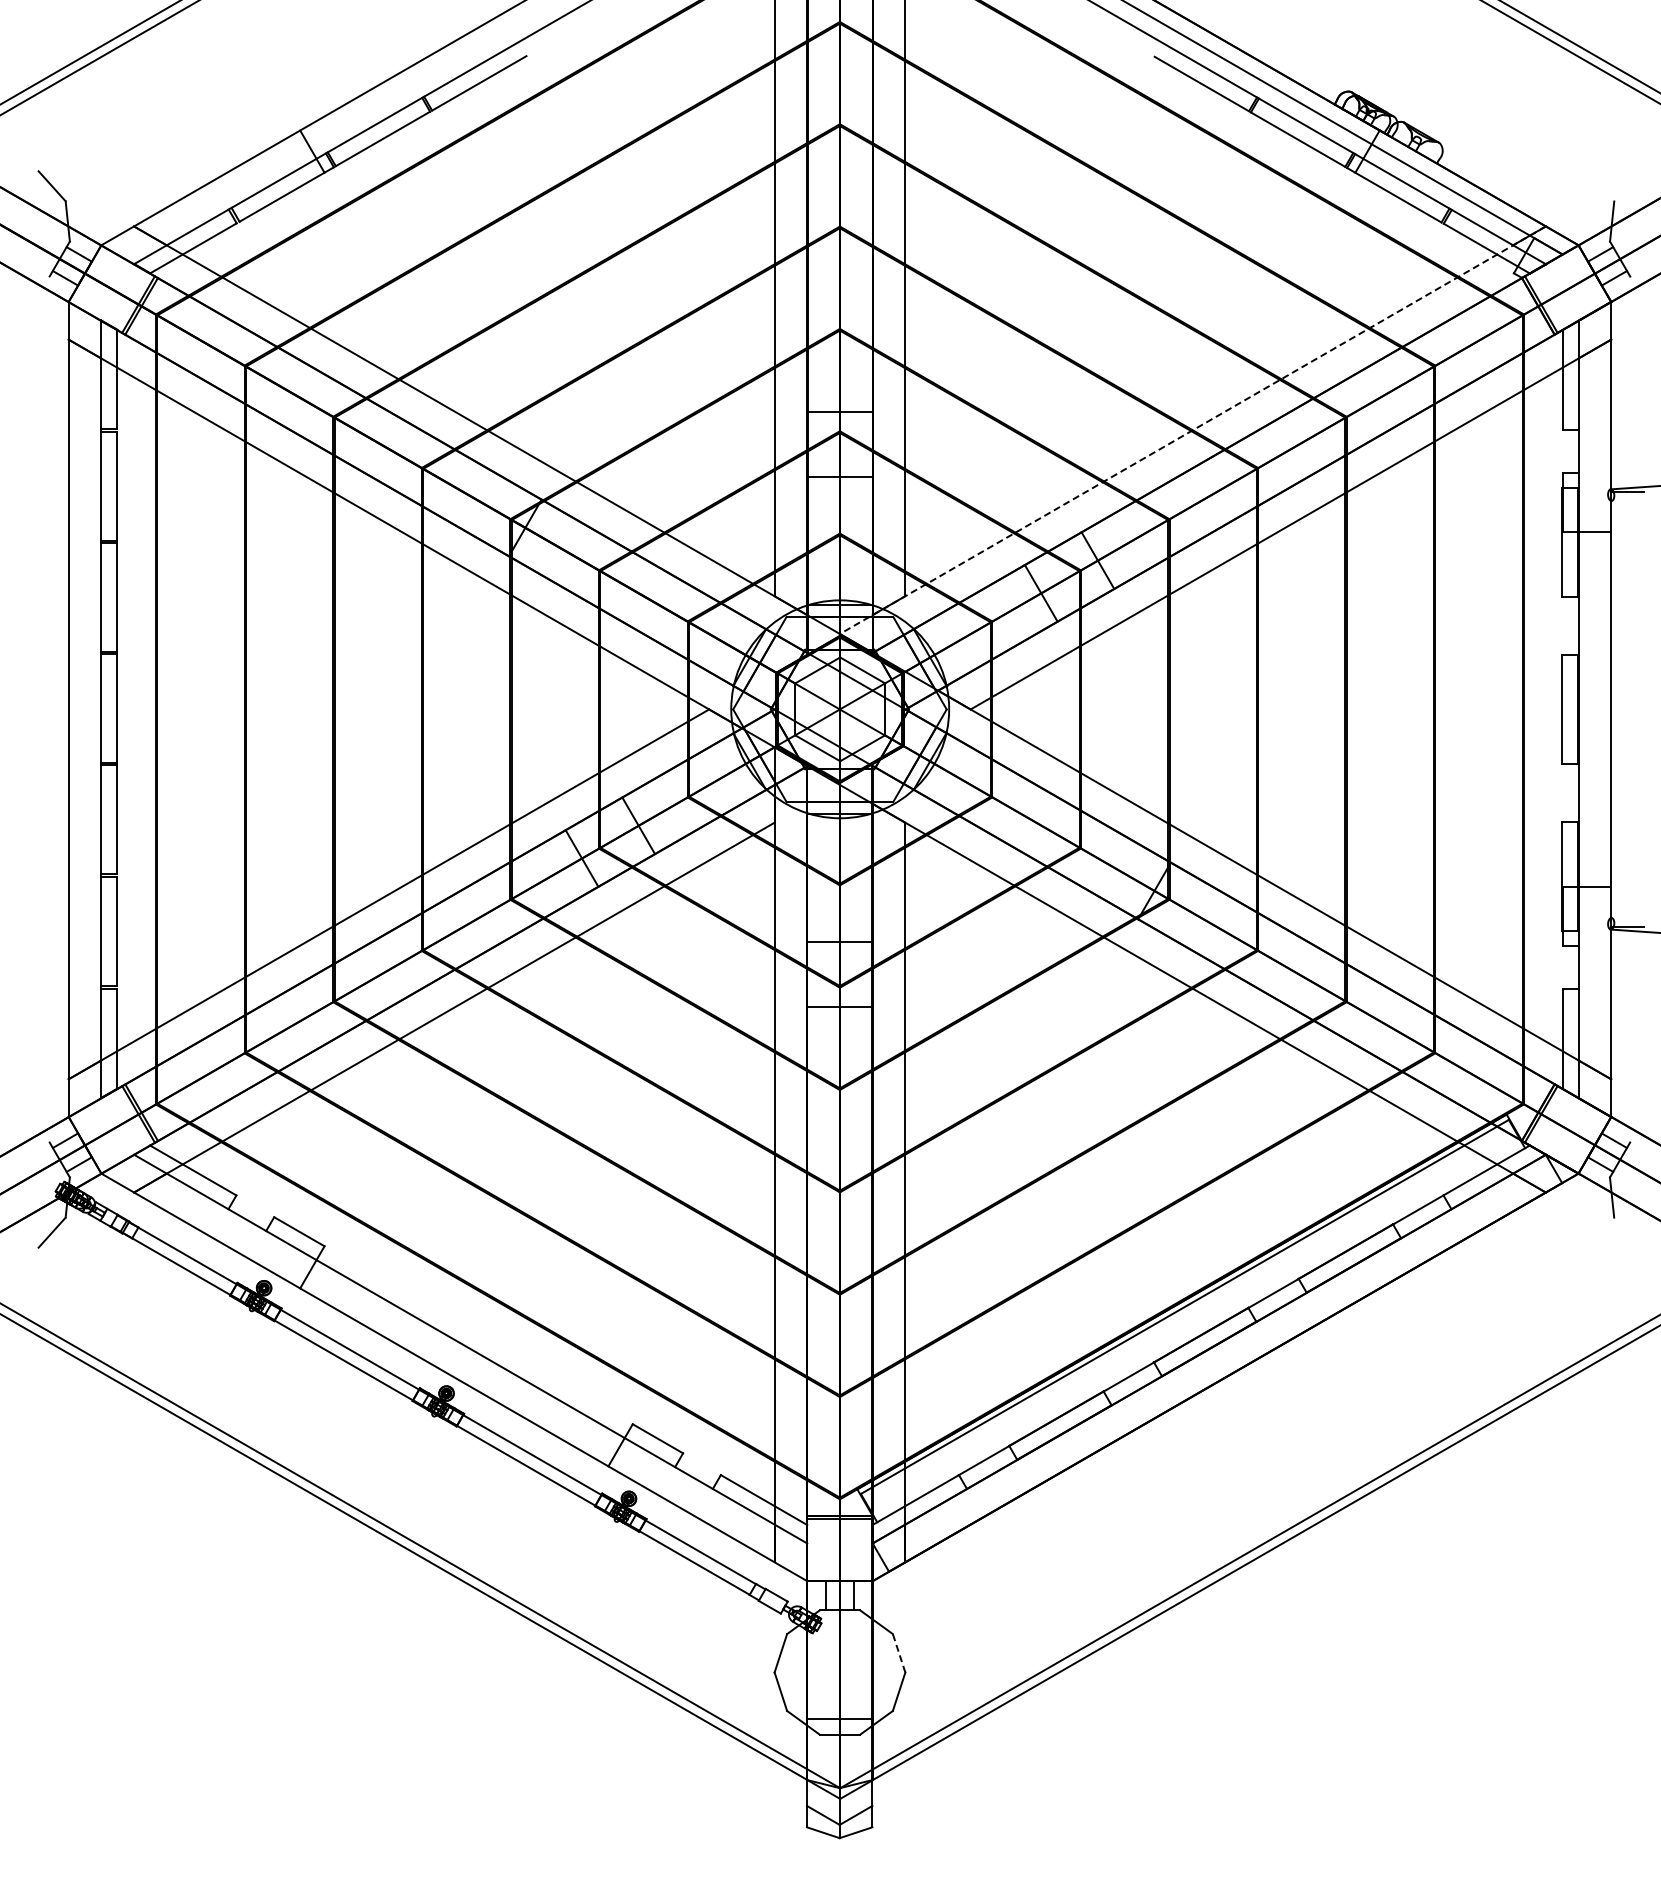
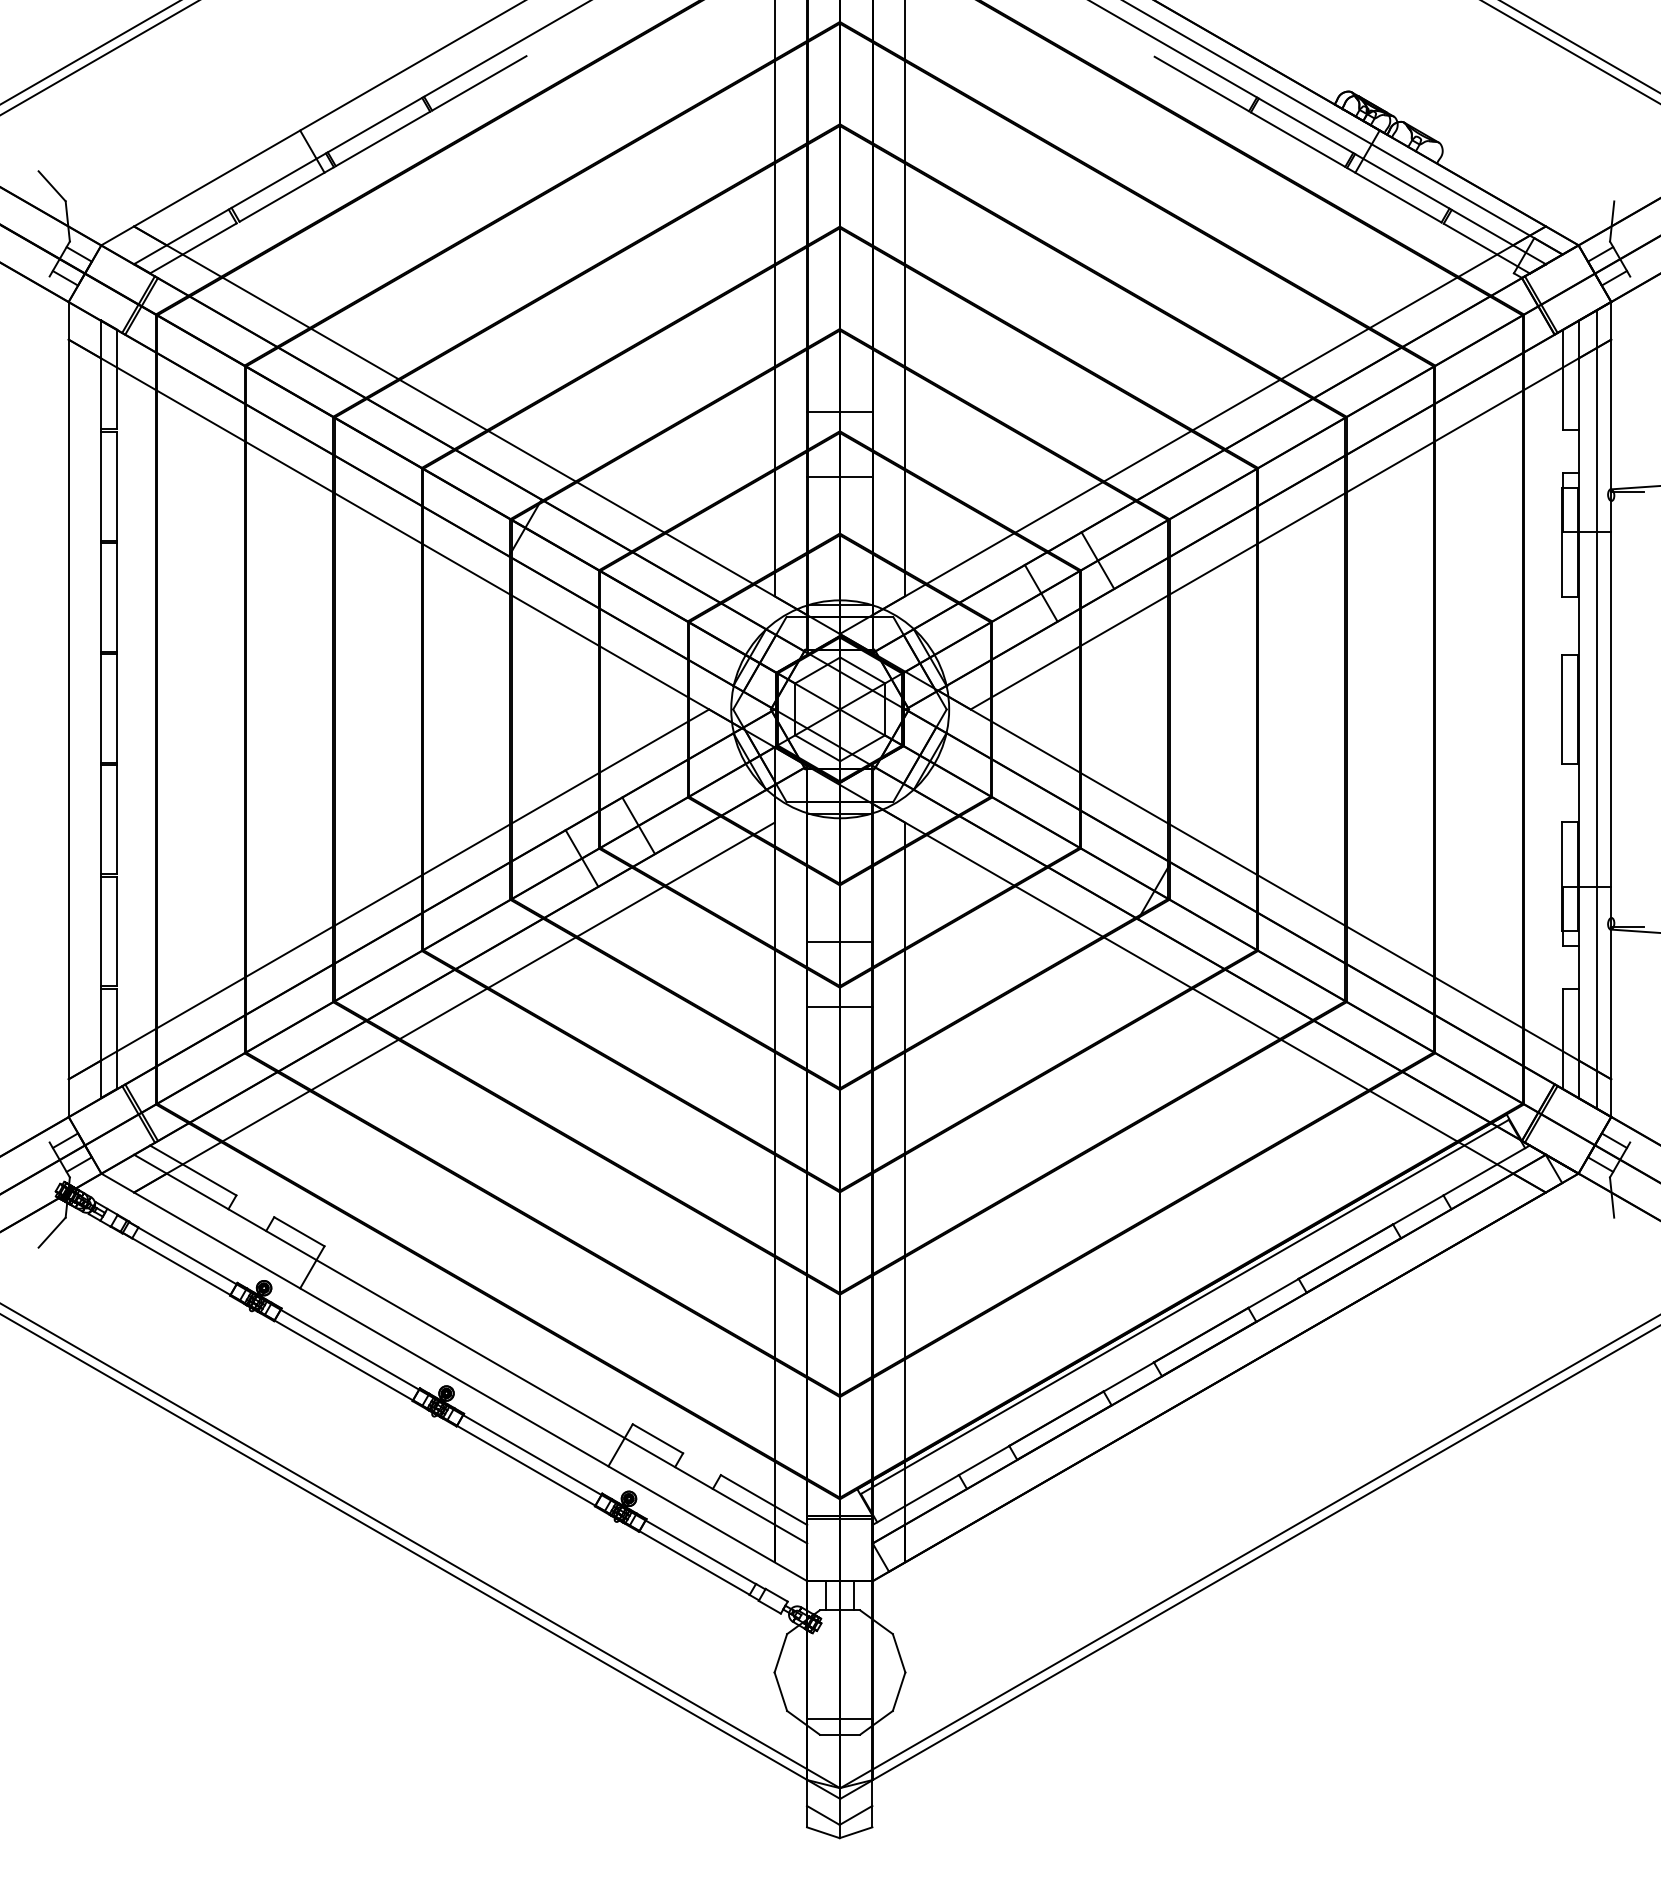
line at (1192, 430): dashed -> solid
line at (1596, 709): none -> present
line at (898, 1652): dashed -> solid
